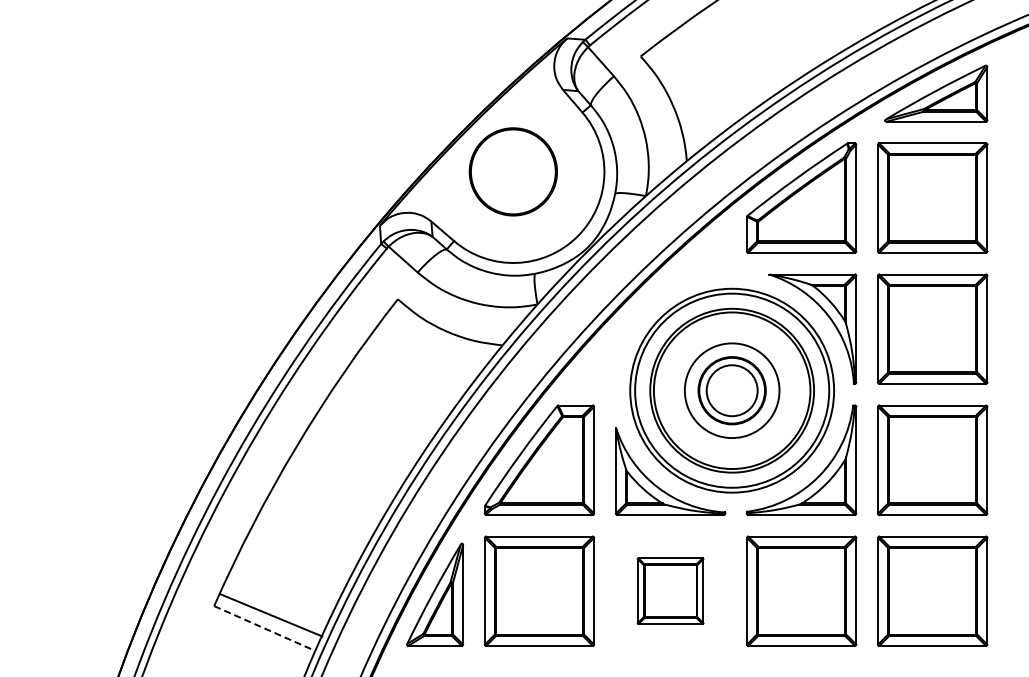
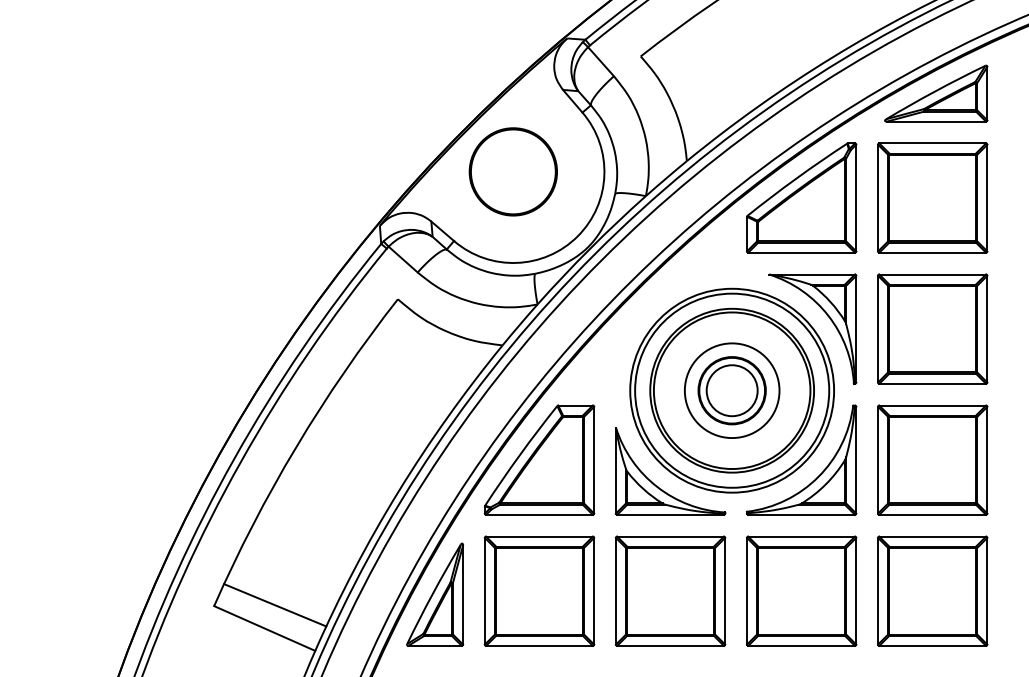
part at (670, 590) size: 69x68 px -> 113x112 px
line at (271, 615) position: (271, 615) -> (275, 605)
line at (265, 628): dashed -> solid
